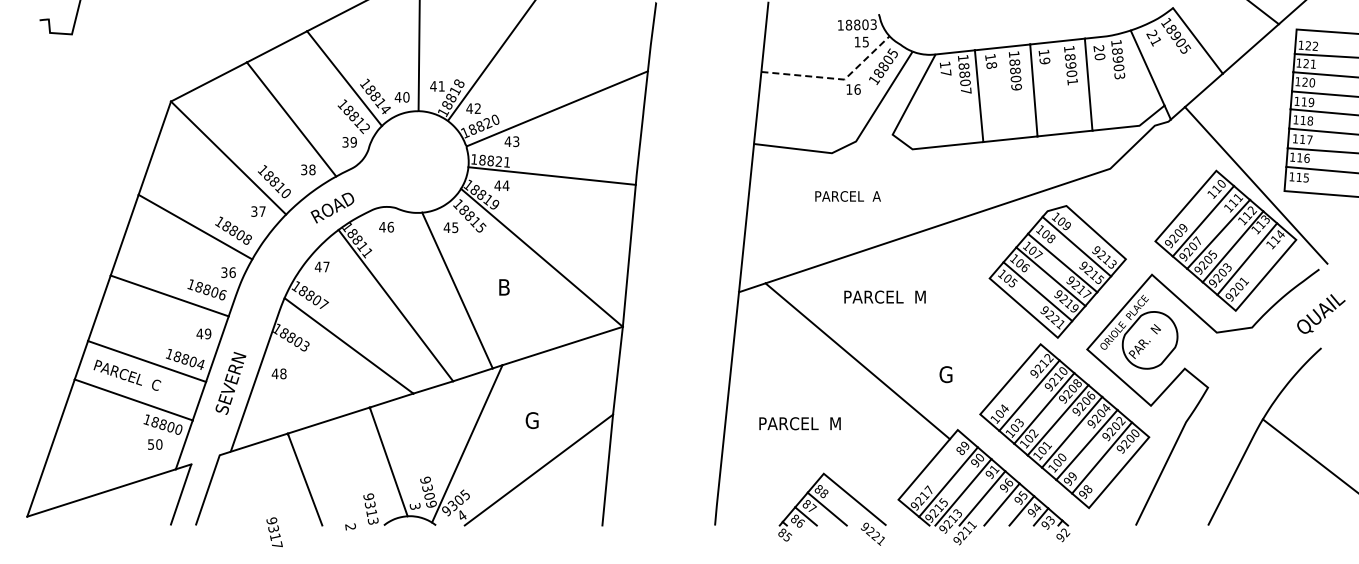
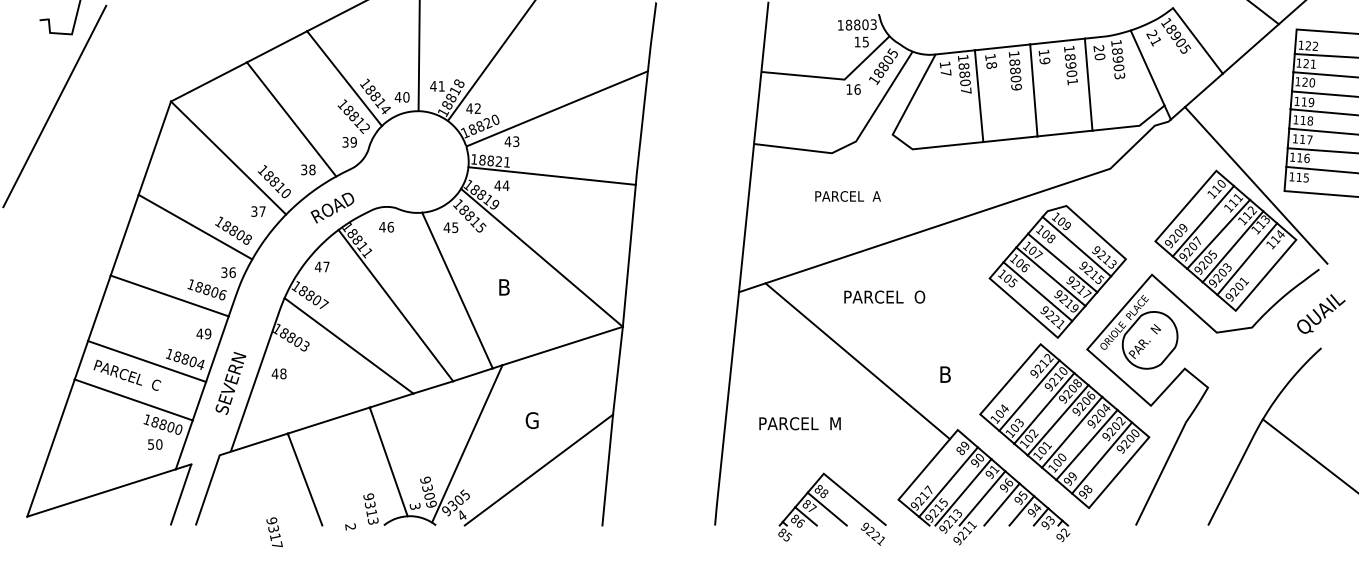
line at (834, 78): dashed -> solid
line at (54, 106): none -> present
text at (919, 296): PARCEL  M -> PARCEL  O
text at (945, 374): G -> B
